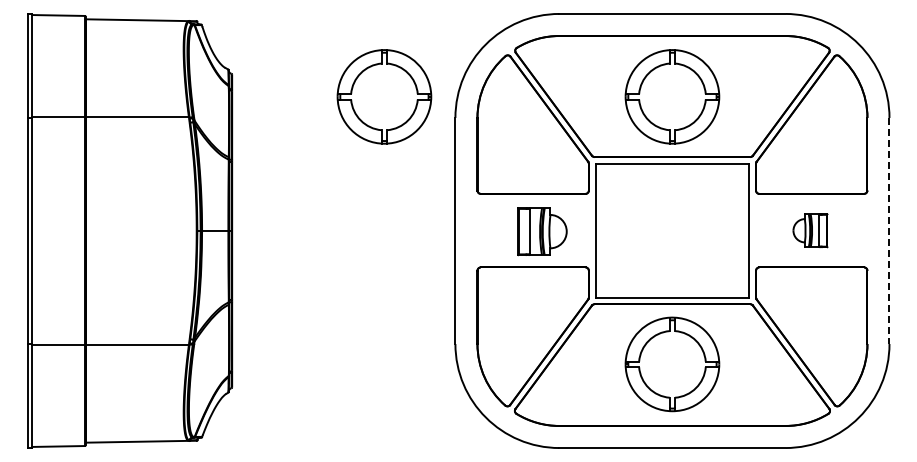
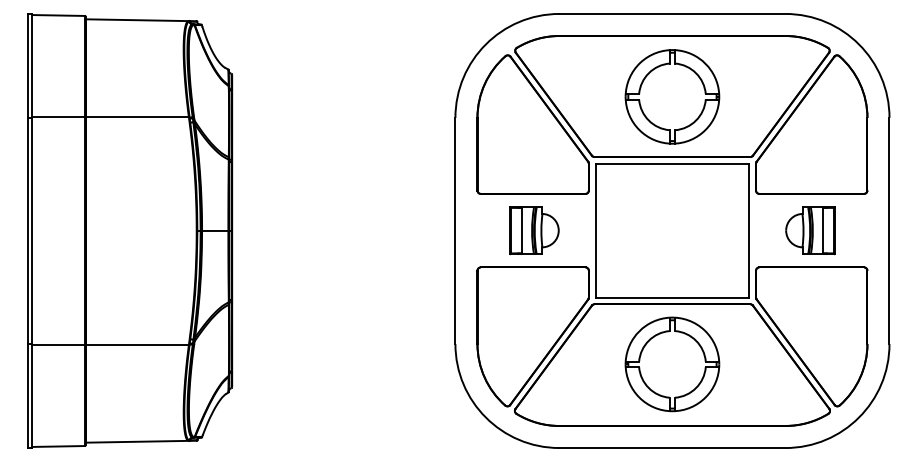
part at (384, 96): present -> none
part at (810, 230) size: 37x36 px -> 51x50 px
part at (542, 231) position: (542, 231) -> (534, 230)
line at (889, 231): dashed -> solid
